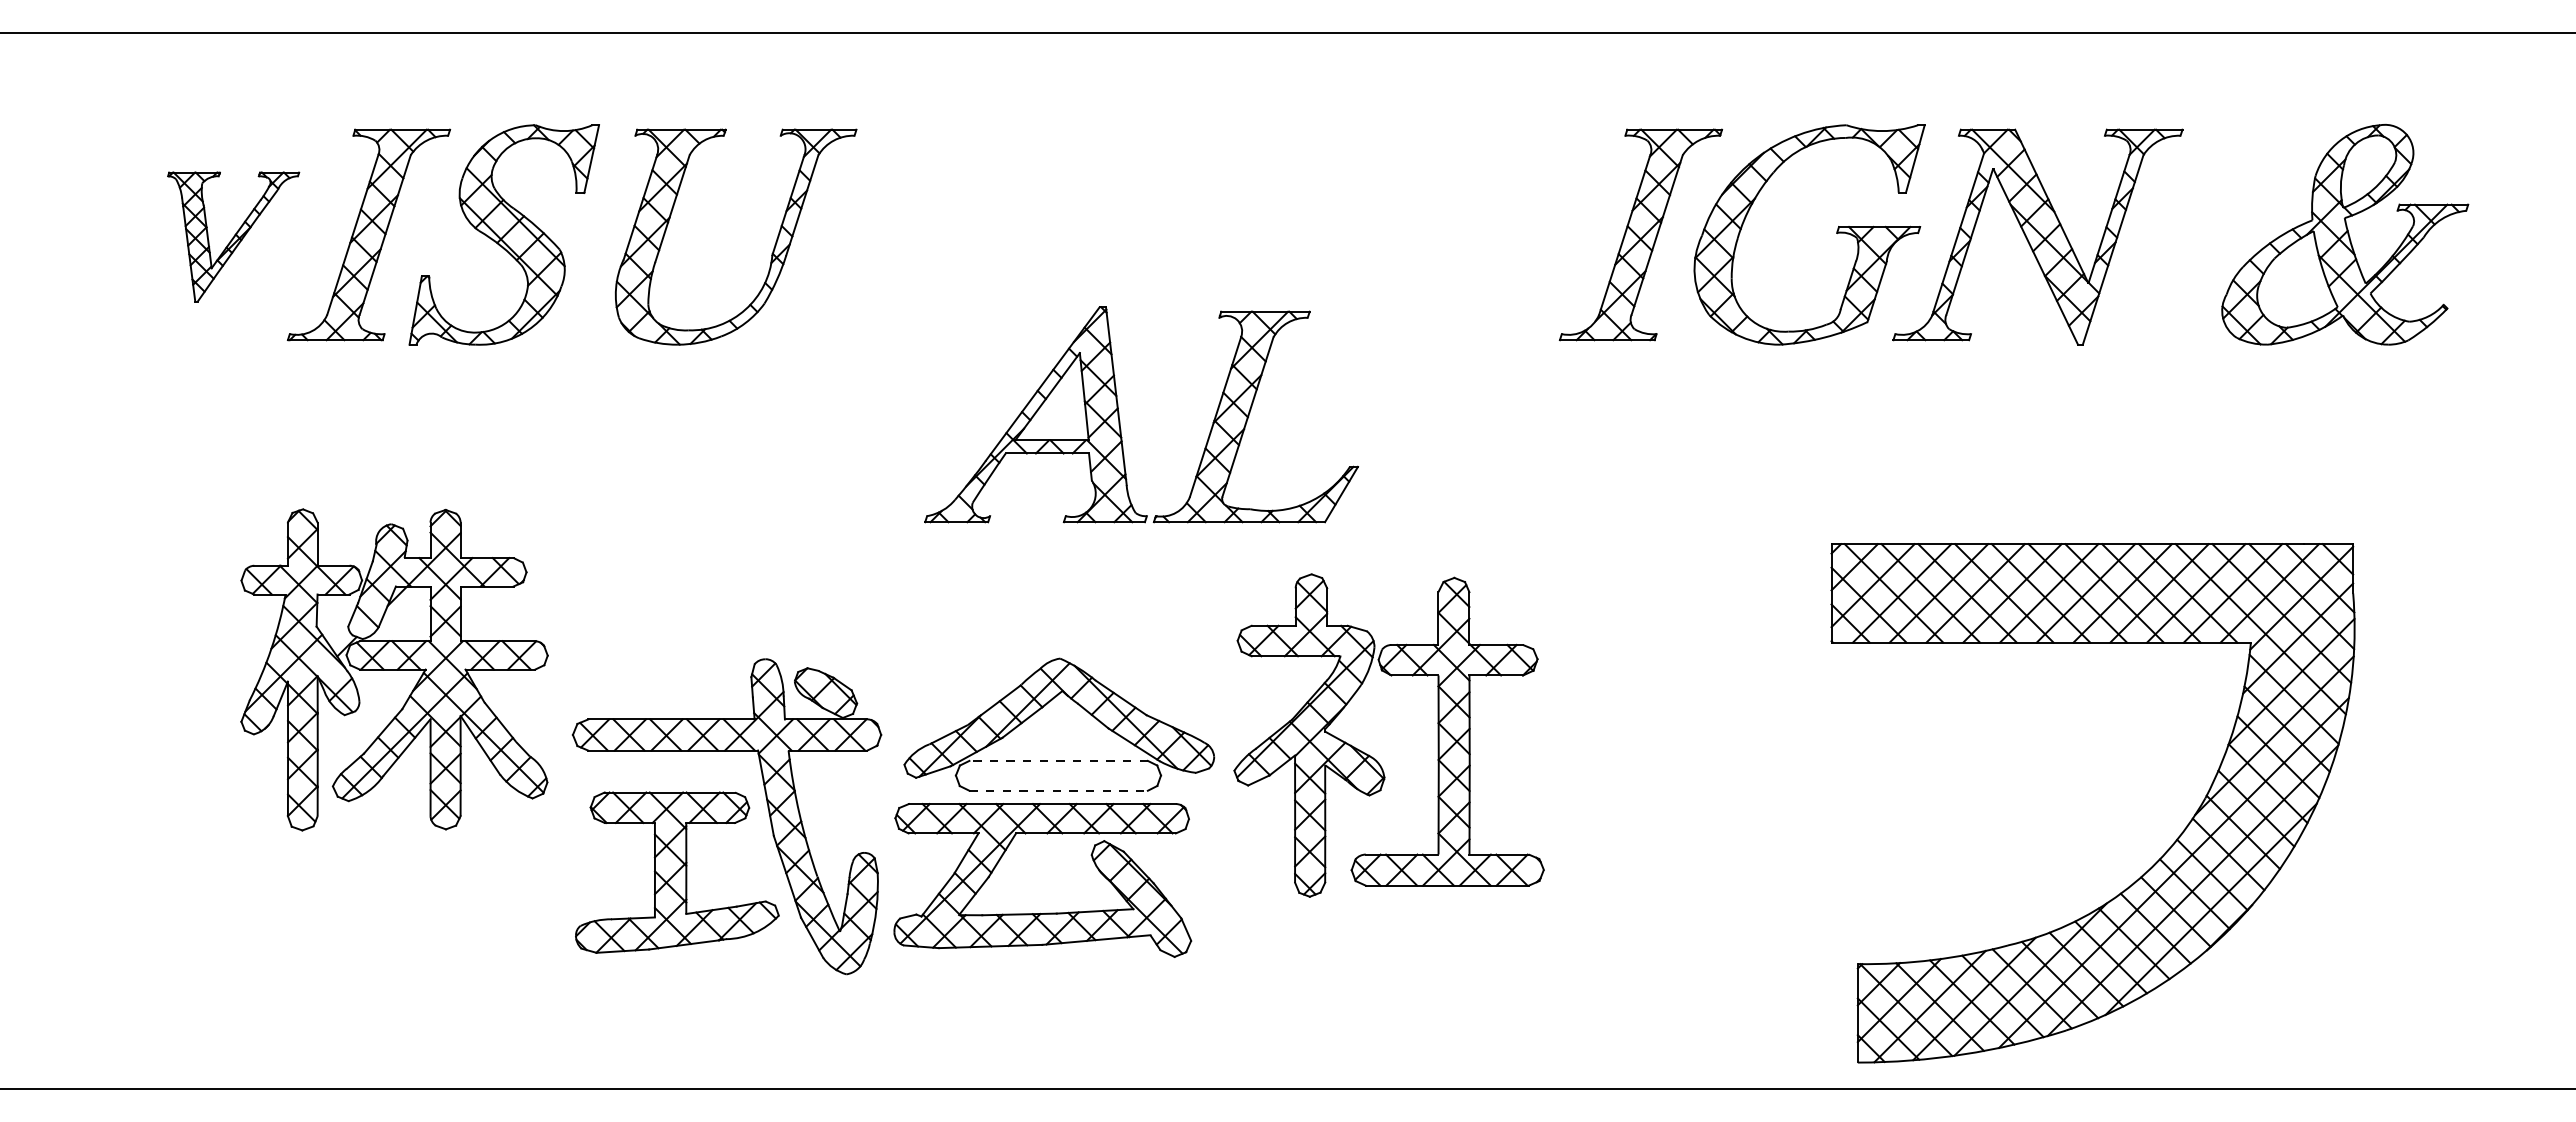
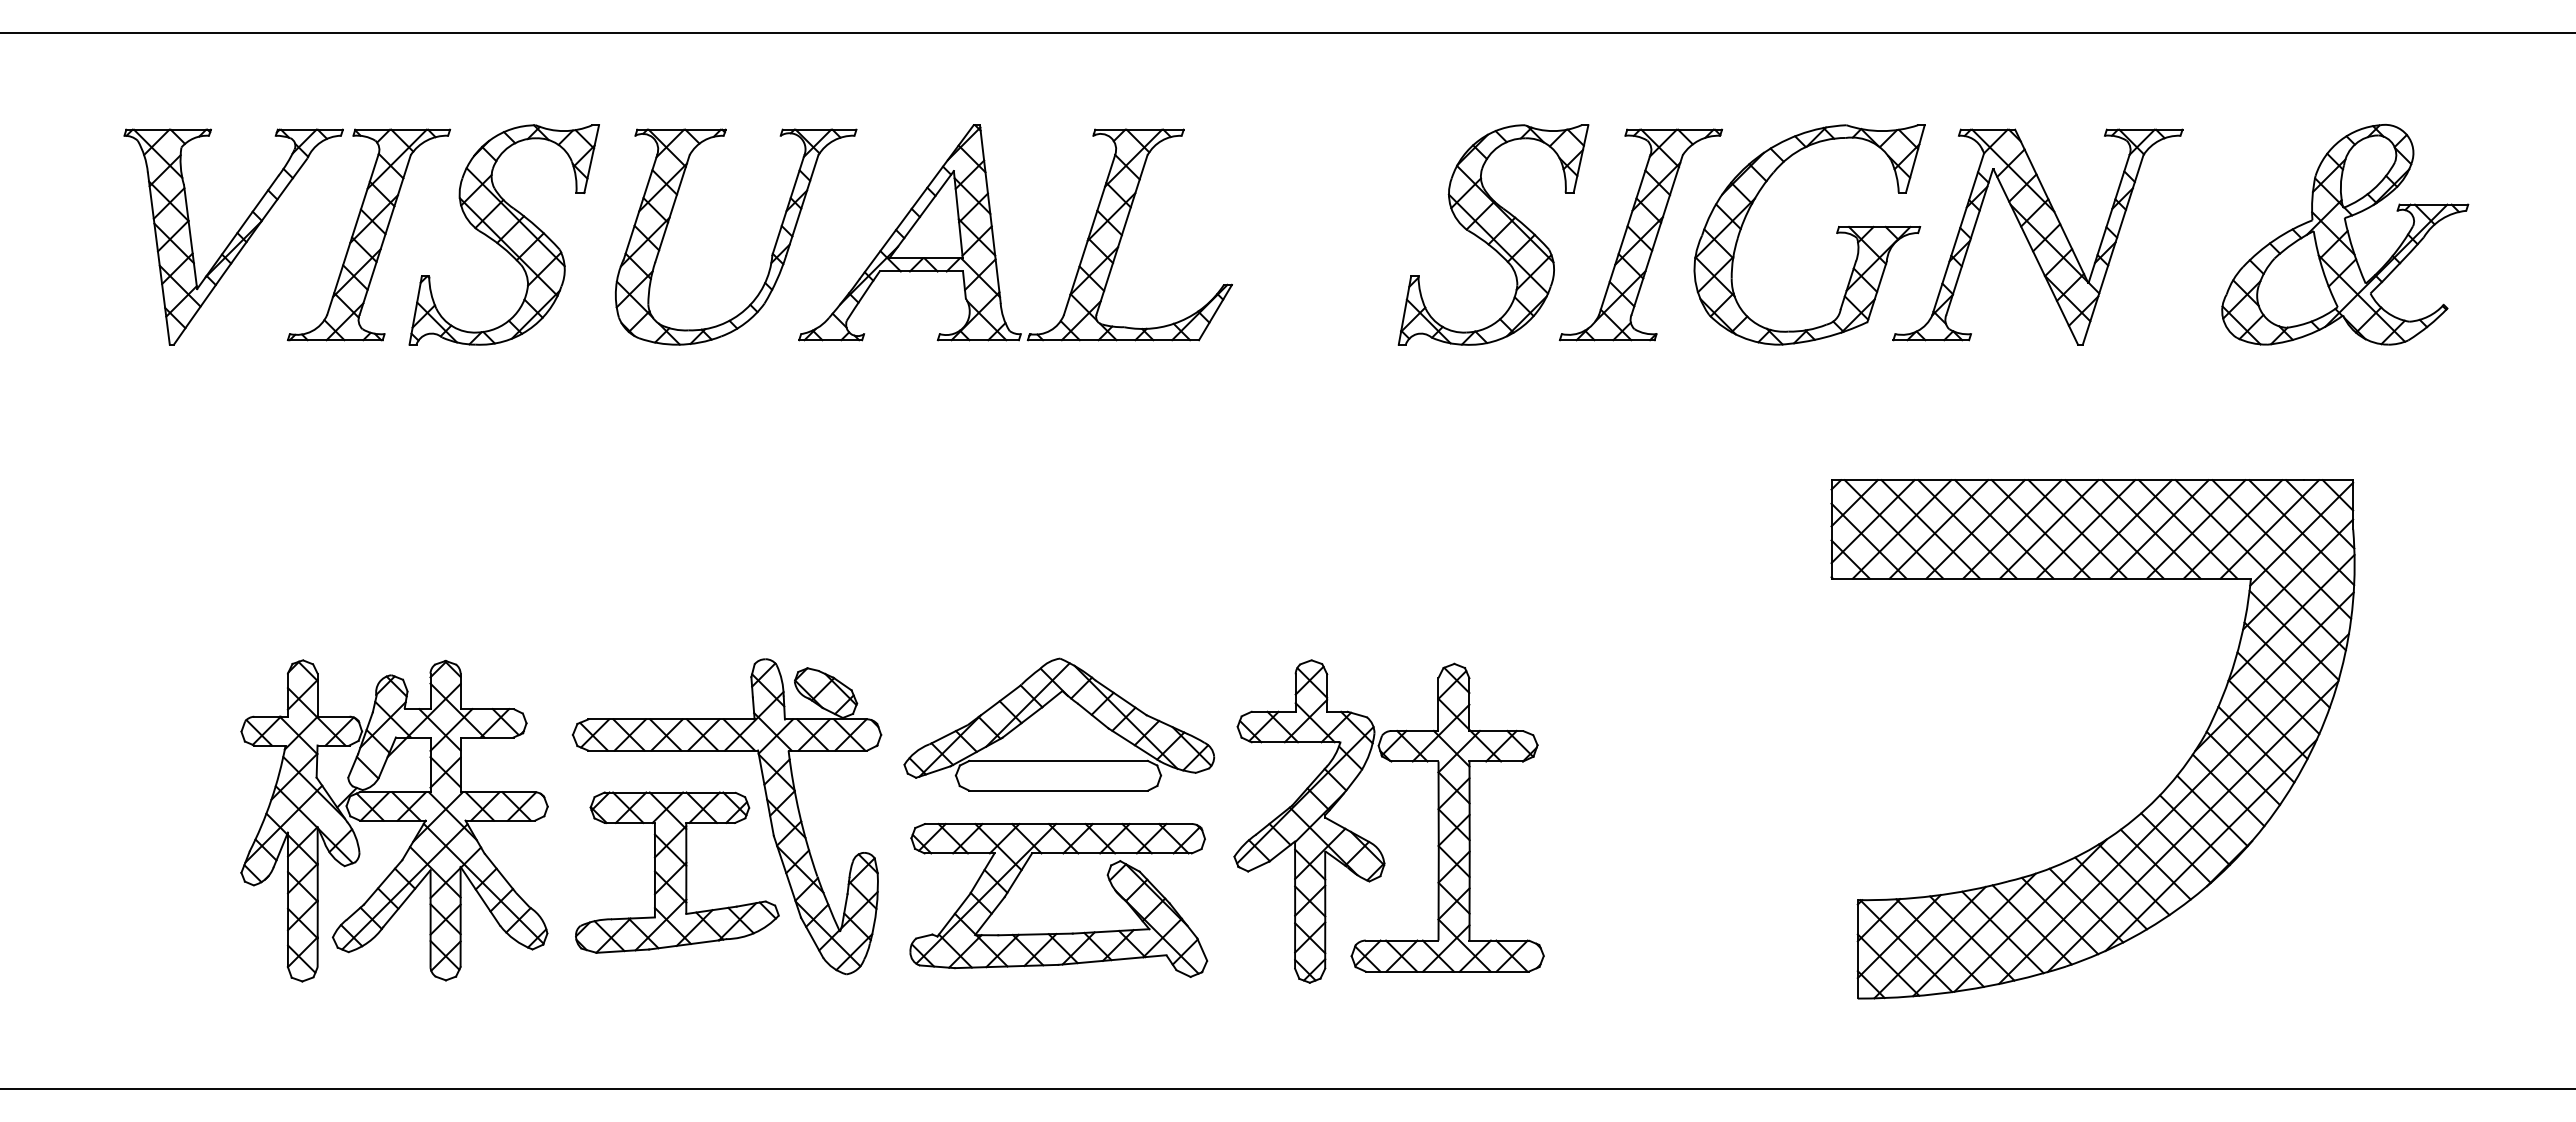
part at (1493, 234): none -> present
part at (233, 236) size: 134x132 px -> 221x218 px
part at (1120, 420) position: (1120, 420) -> (994, 238)
part at (394, 669) position: (394, 669) -> (394, 820)
part at (1372, 756) position: (1372, 756) -> (1372, 842)
line at (1058, 760): dashed -> solid
line at (1059, 790): dashed -> solid
part at (2153, 864) position: (2153, 864) -> (2153, 800)
part at (1046, 912) position: (1046, 912) -> (1062, 932)
